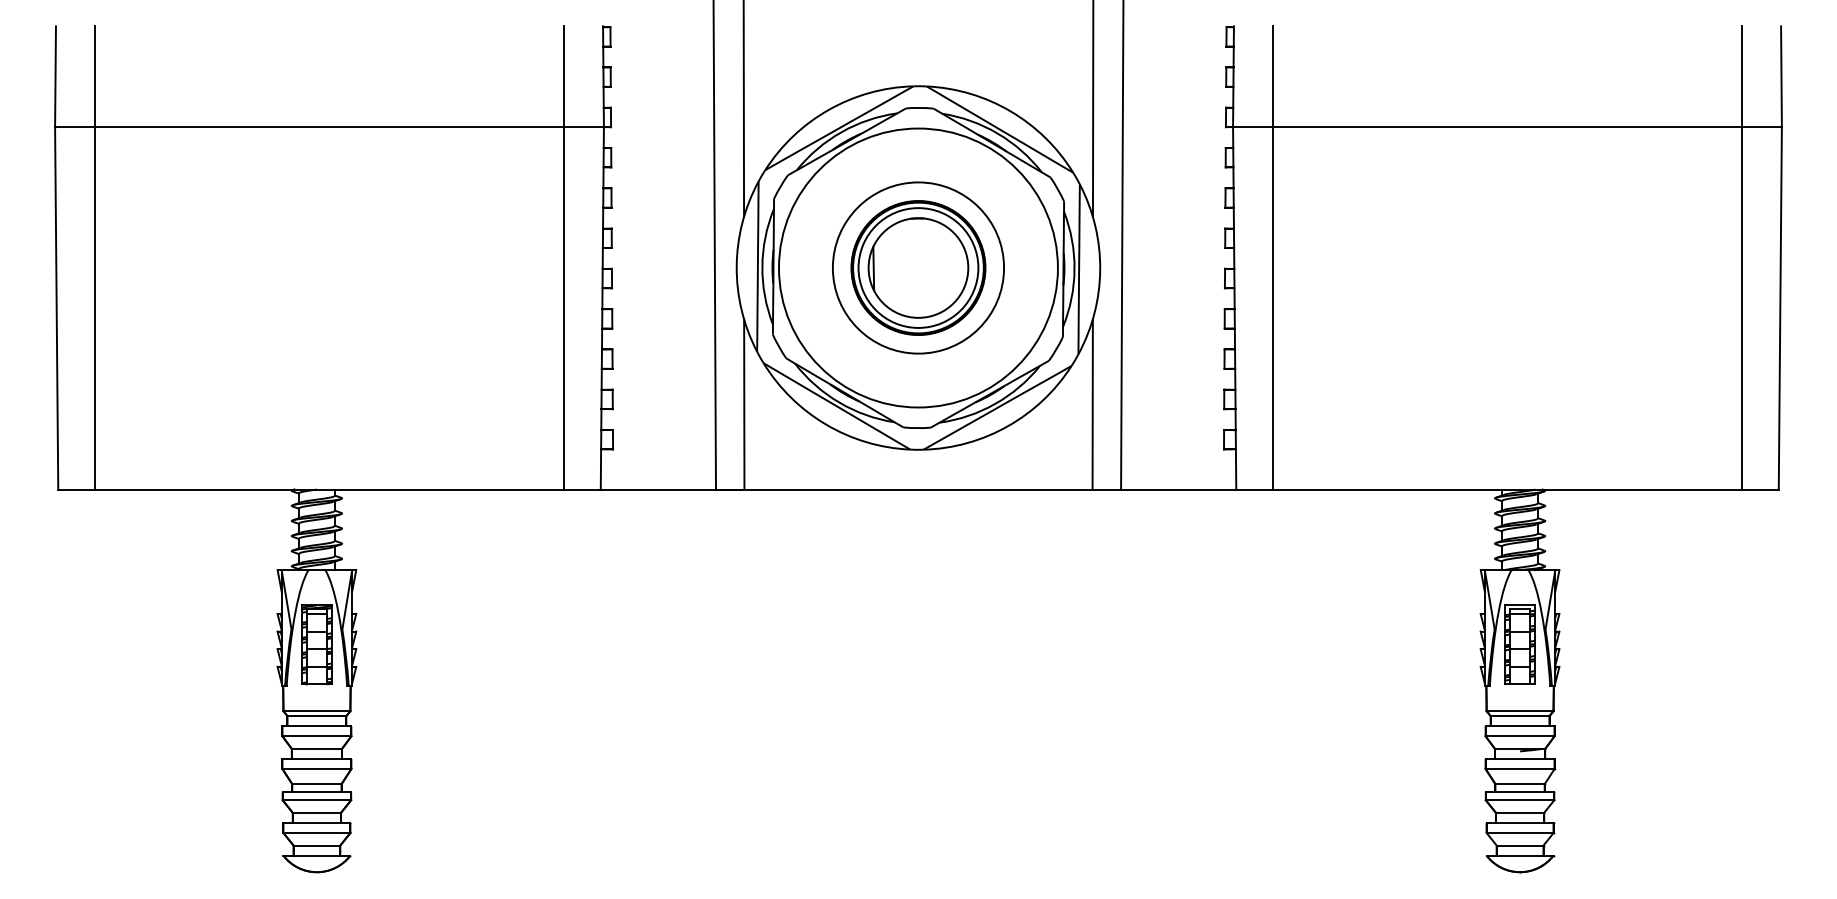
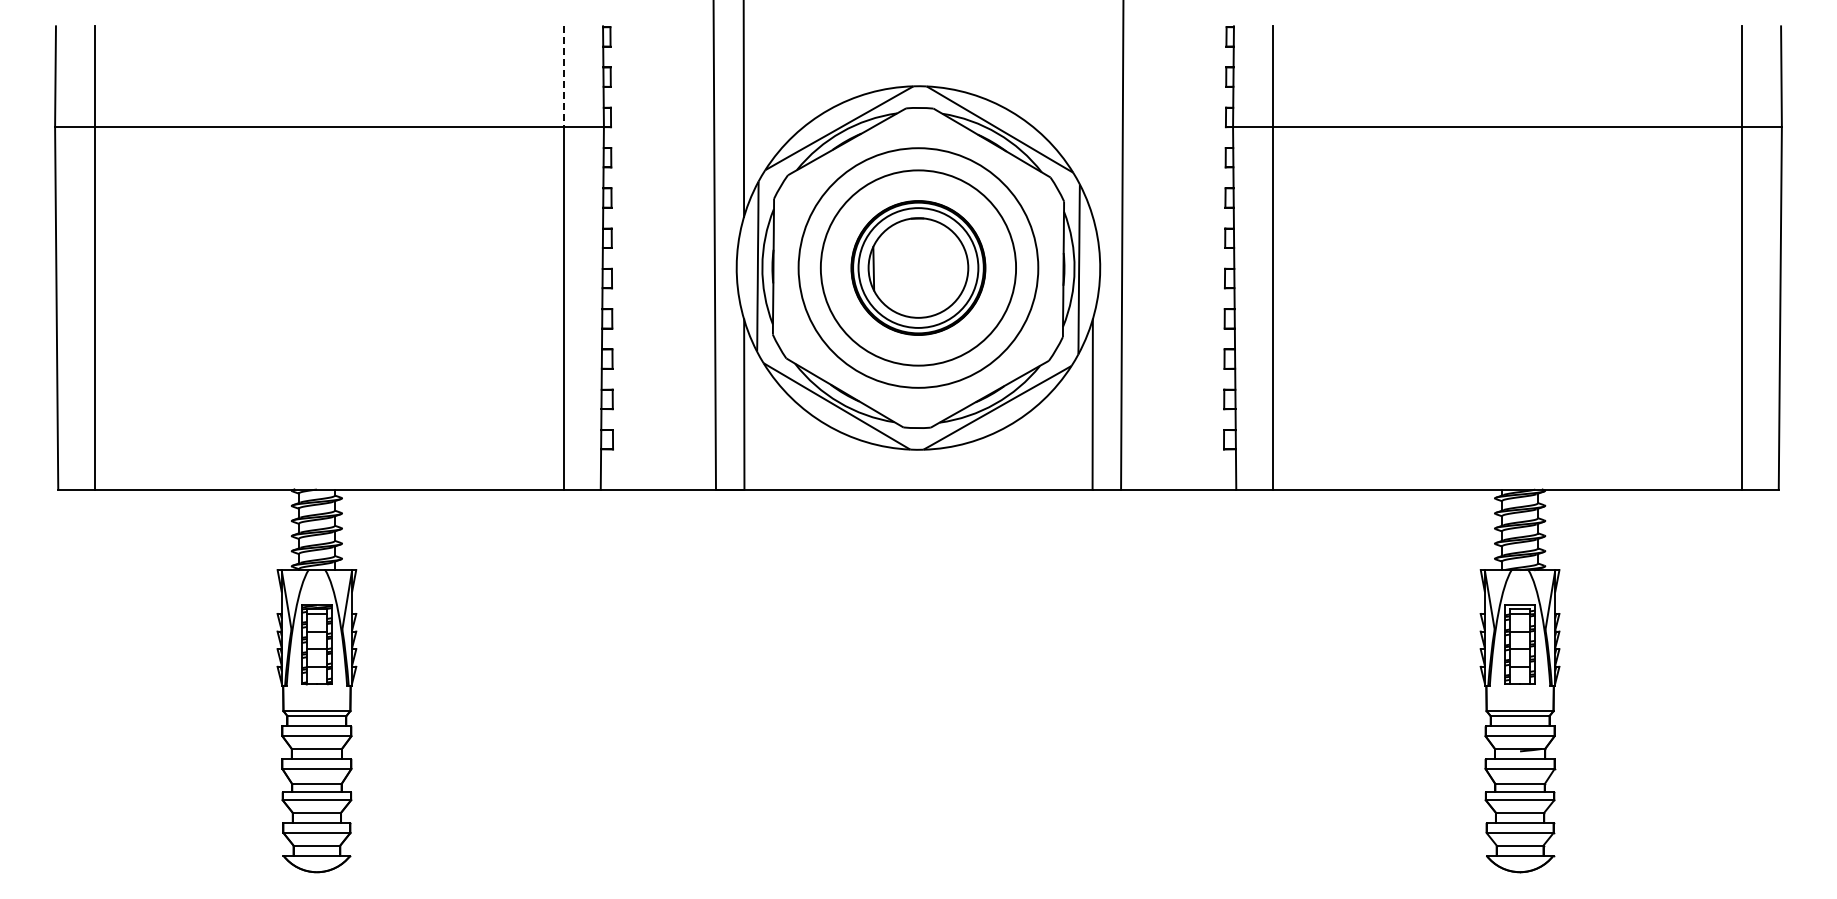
line at (563, 77): solid -> dashed
line at (1092, 109): present -> none
circle at (917, 267) diameter: 279 px -> 195 px
circle at (918, 267) diameter: 171 px -> 240 px
